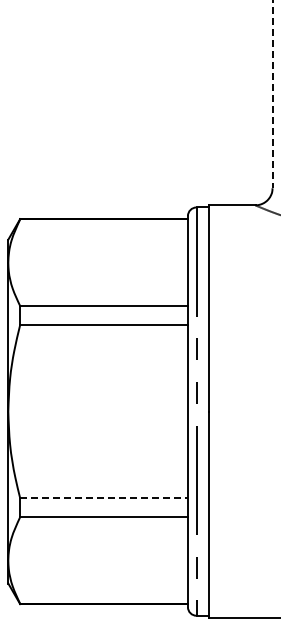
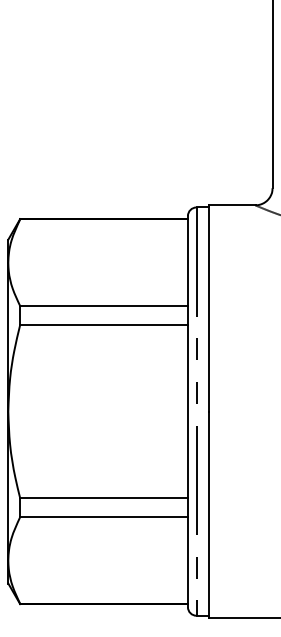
line at (272, 94): dashed -> solid
line at (104, 498): dashed -> solid
